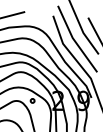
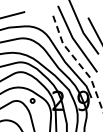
line at (78, 63): solid -> dashed
